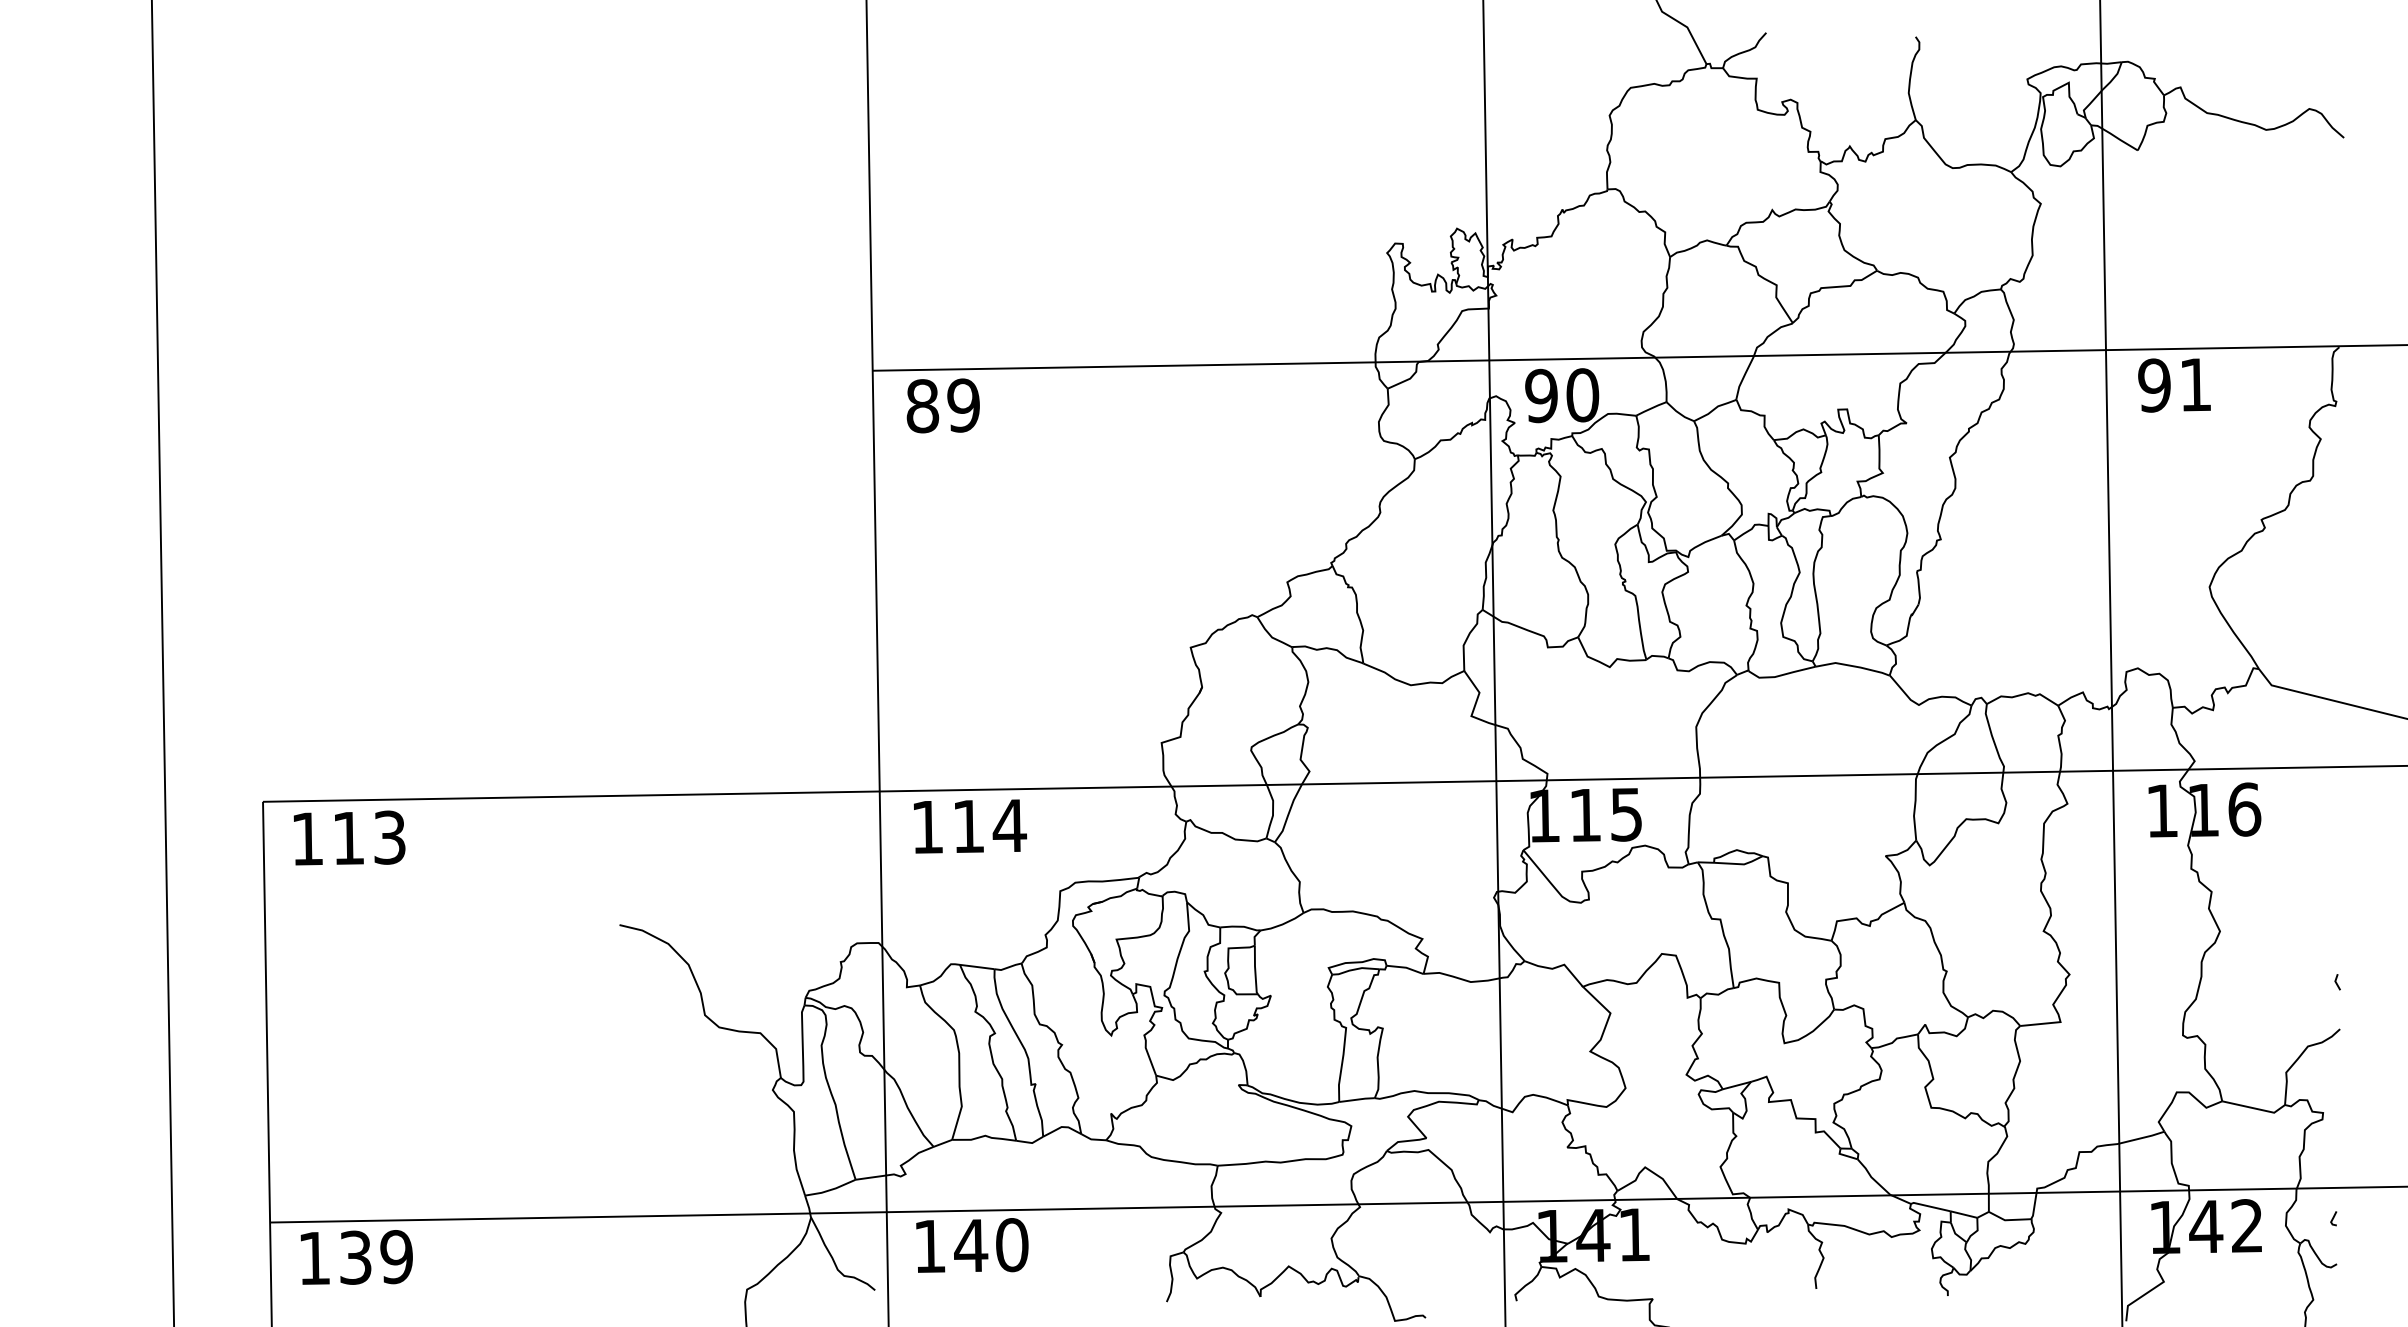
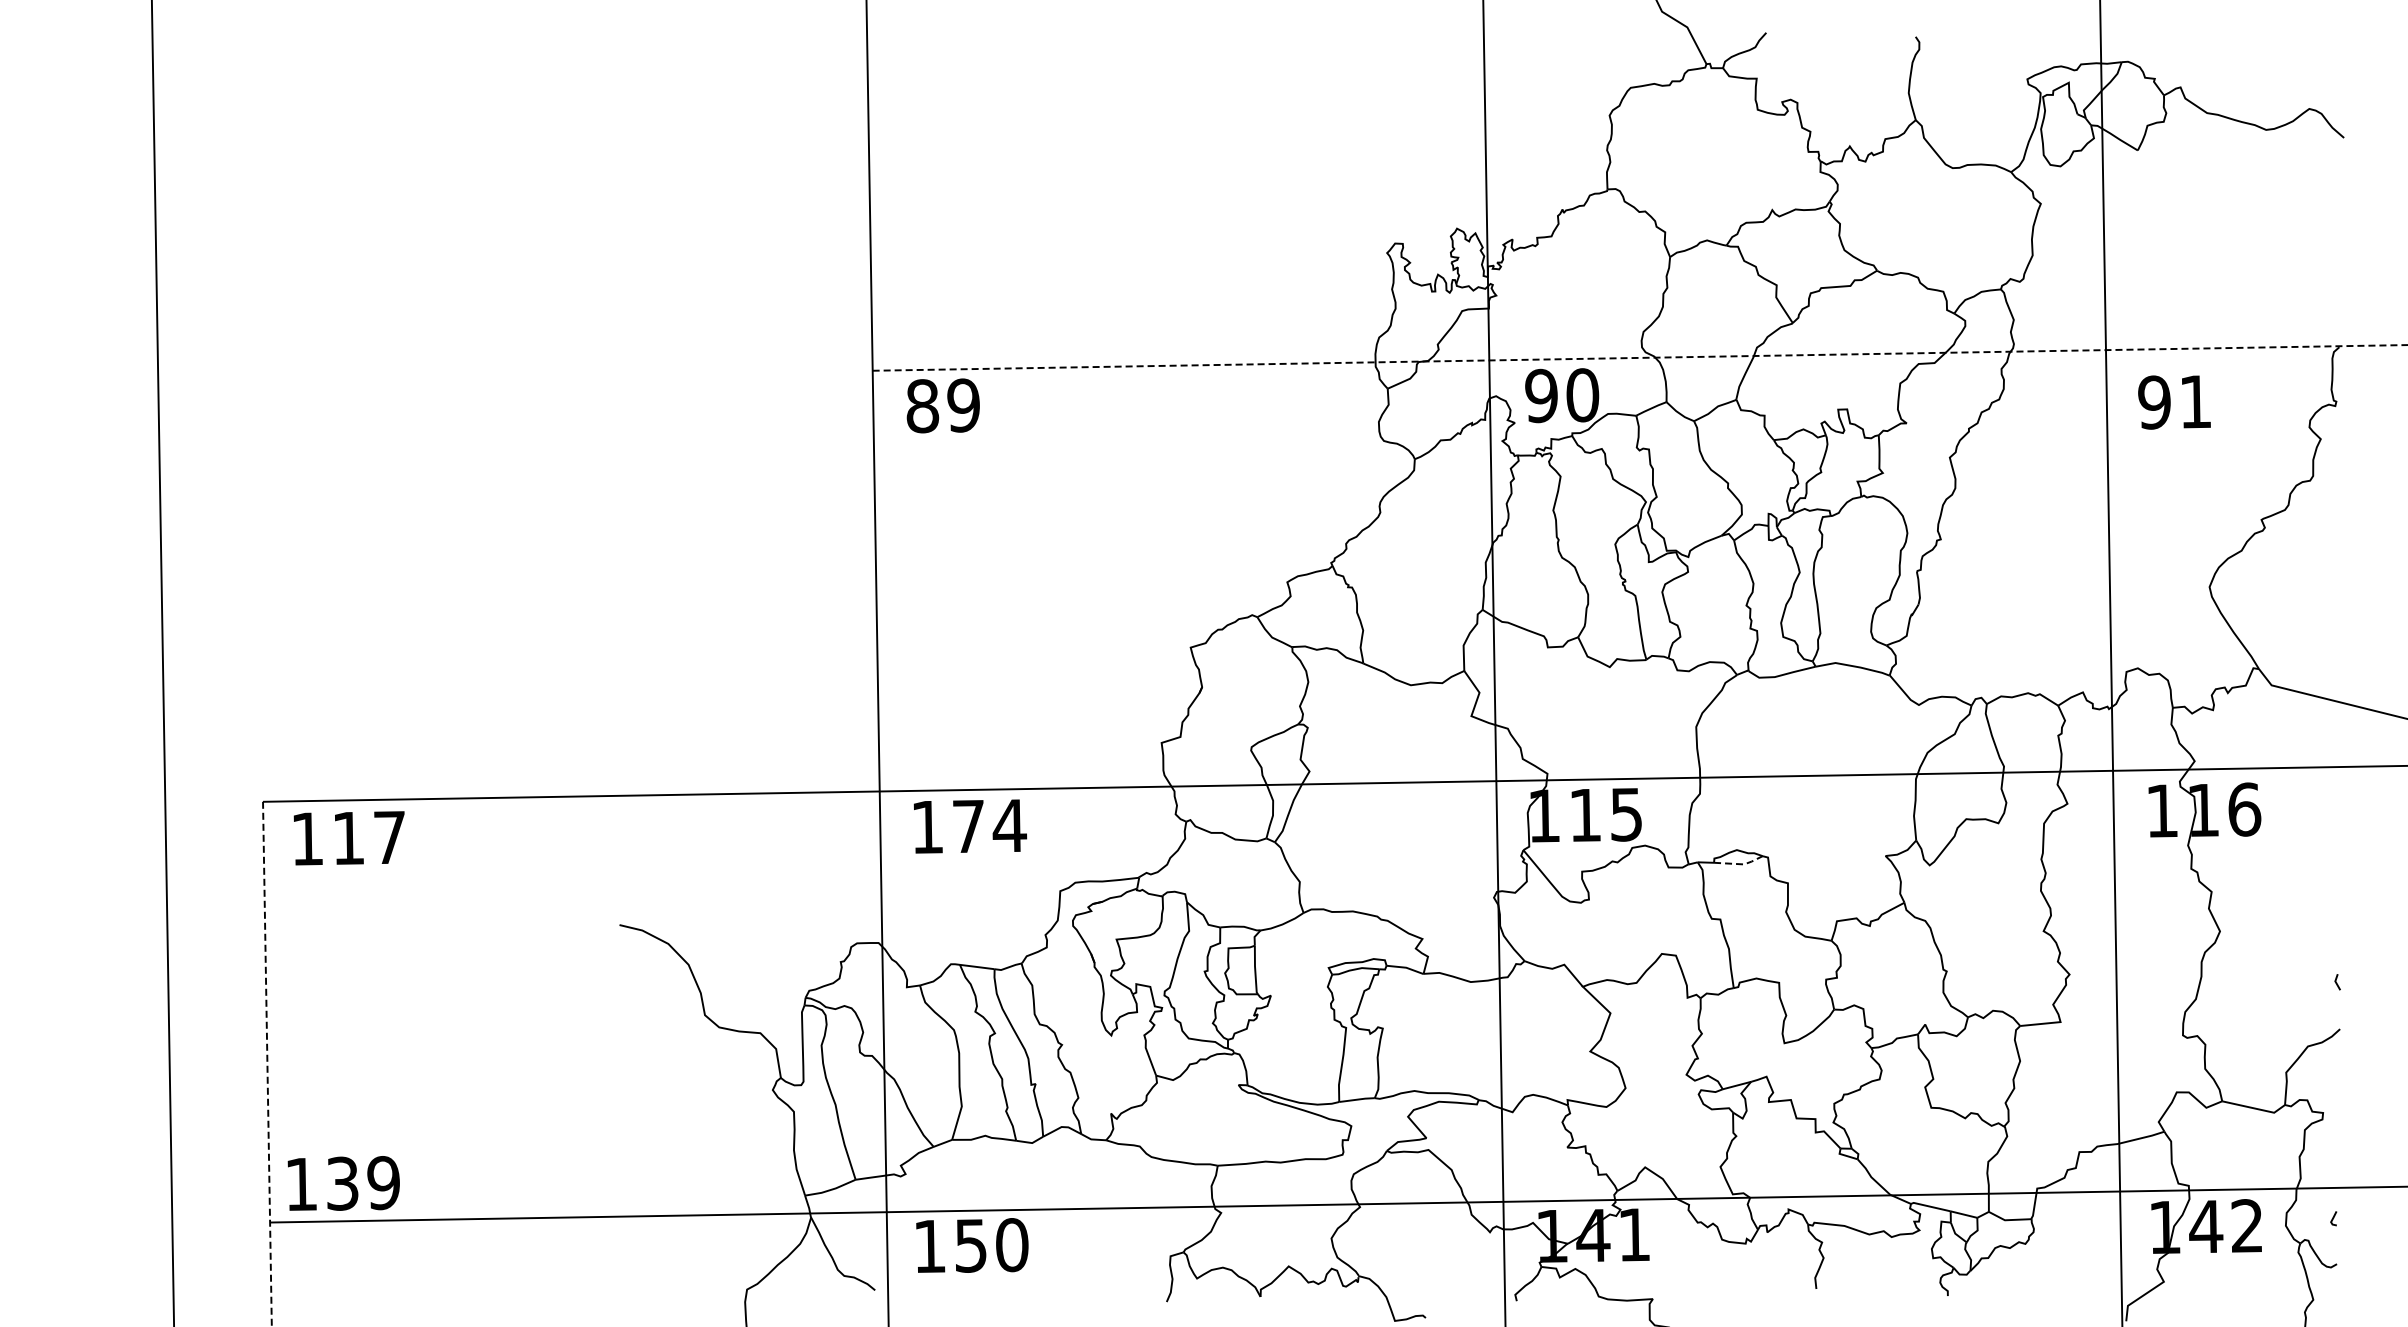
line at (1640, 357): solid -> dashed
text at (2174, 385) position: (2174, 385) -> (2174, 402)
text at (968, 826): 114 -> 174
text at (389, 837): 113 -> 117
line at (1741, 864): solid -> dashed
line at (267, 1064): solid -> dashed
text at (971, 1245): 140 -> 150
text at (356, 1257) position: (356, 1257) -> (343, 1183)
